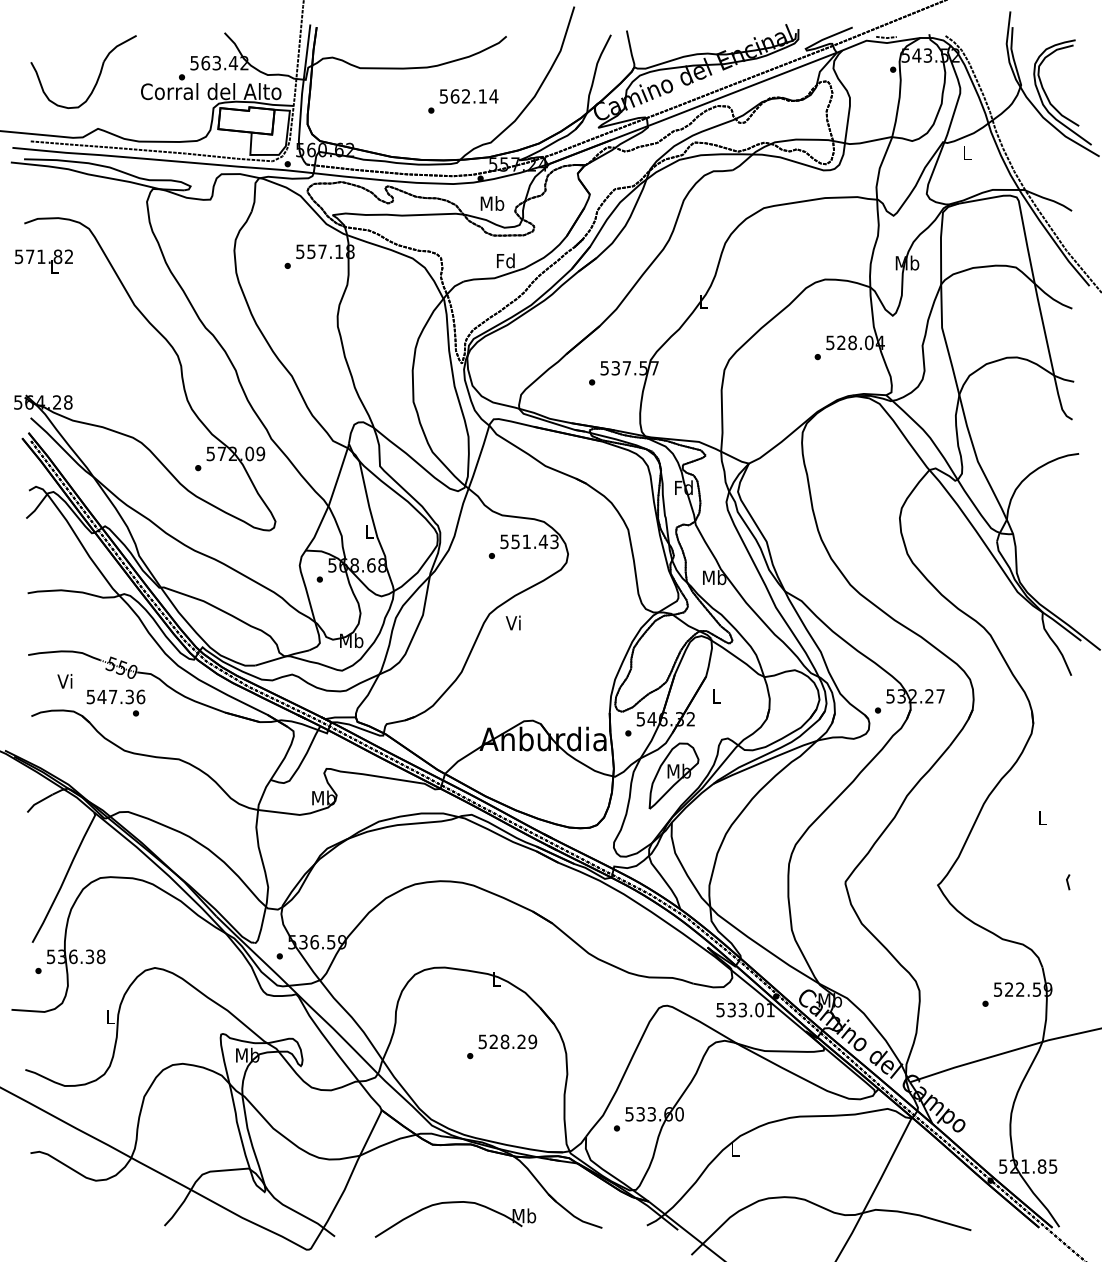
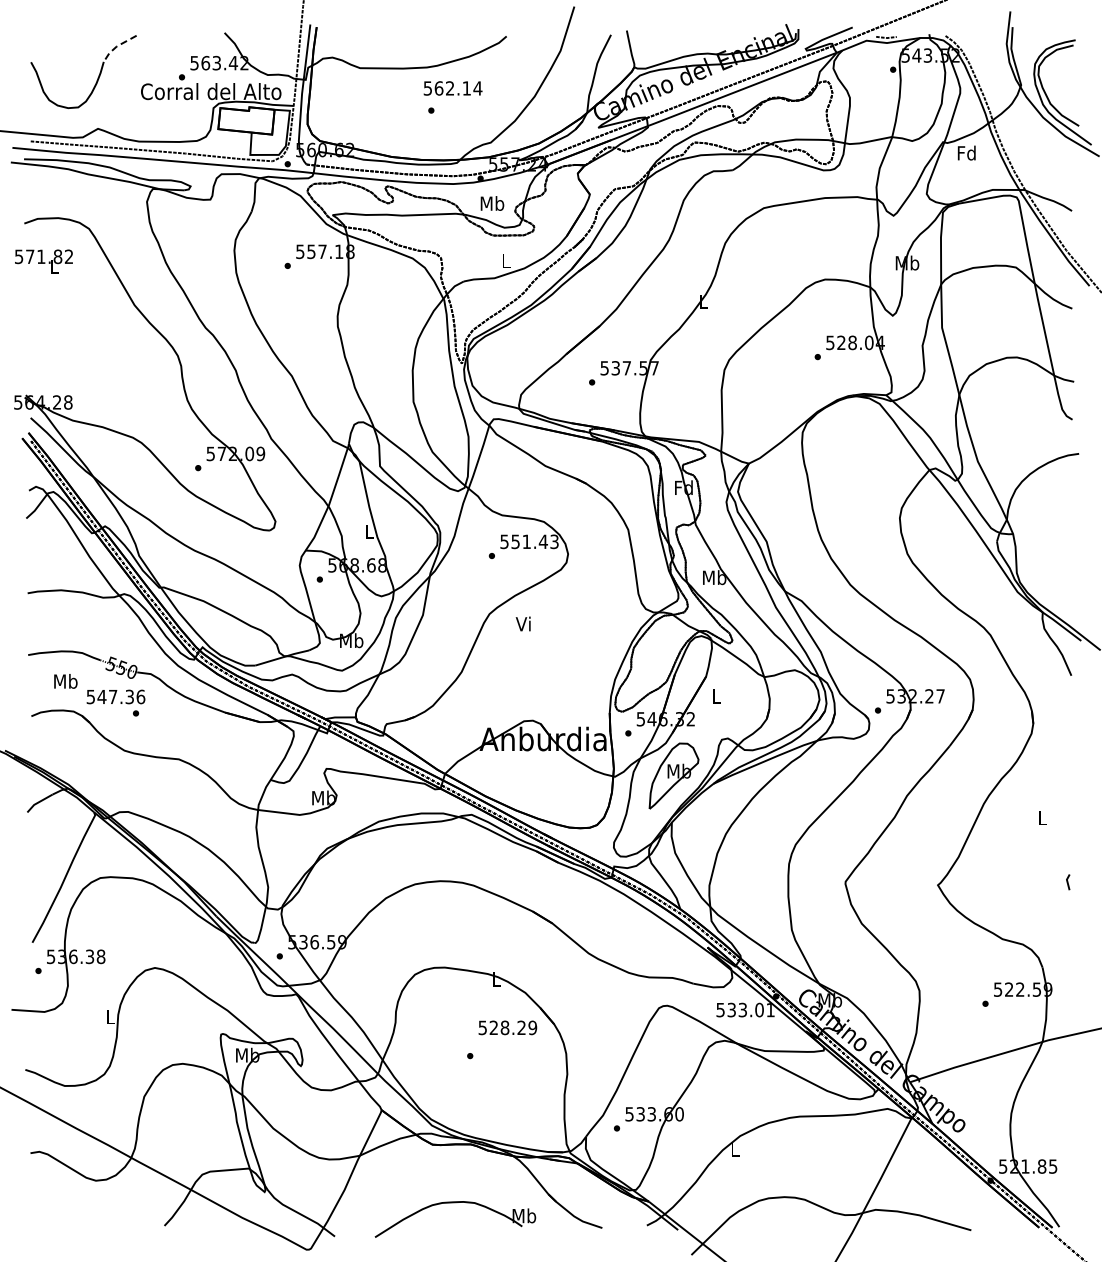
line at (116, 46): solid -> dashed
text at (468, 96) position: (468, 96) -> (452, 88)
text at (966, 152): L -> Fd
text at (505, 260): Fd -> L
text at (512, 622) position: (512, 622) -> (522, 623)
text at (65, 681): Vi -> Mb
text at (507, 1041) position: (507, 1041) -> (507, 1027)
